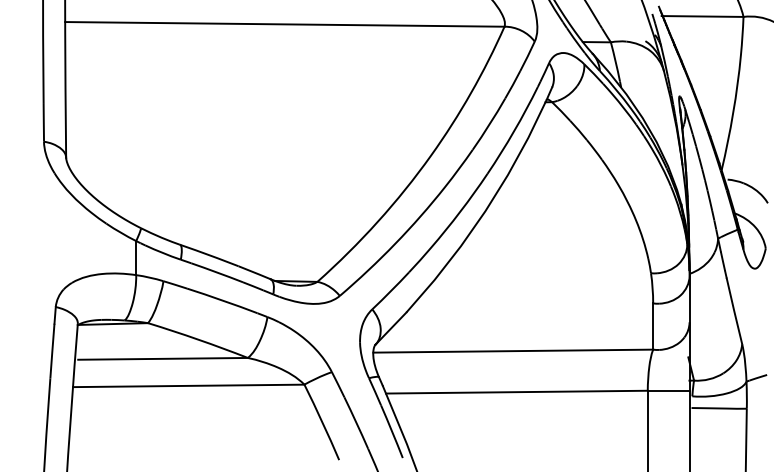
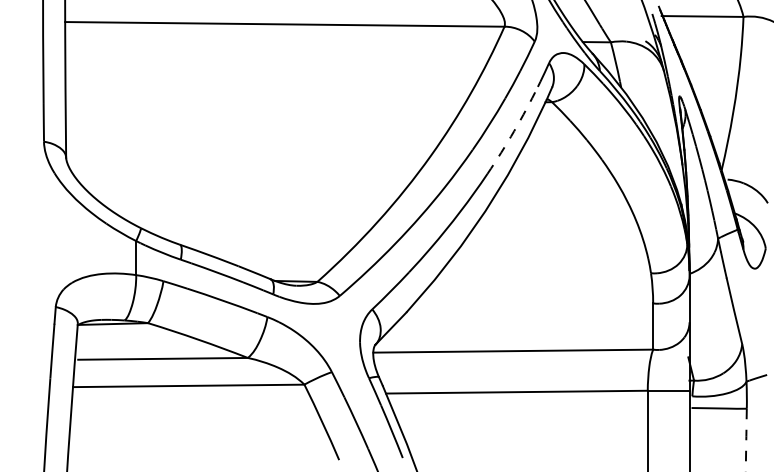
arc at (514, 131): solid -> dashed
arc at (746, 440): solid -> dashed
